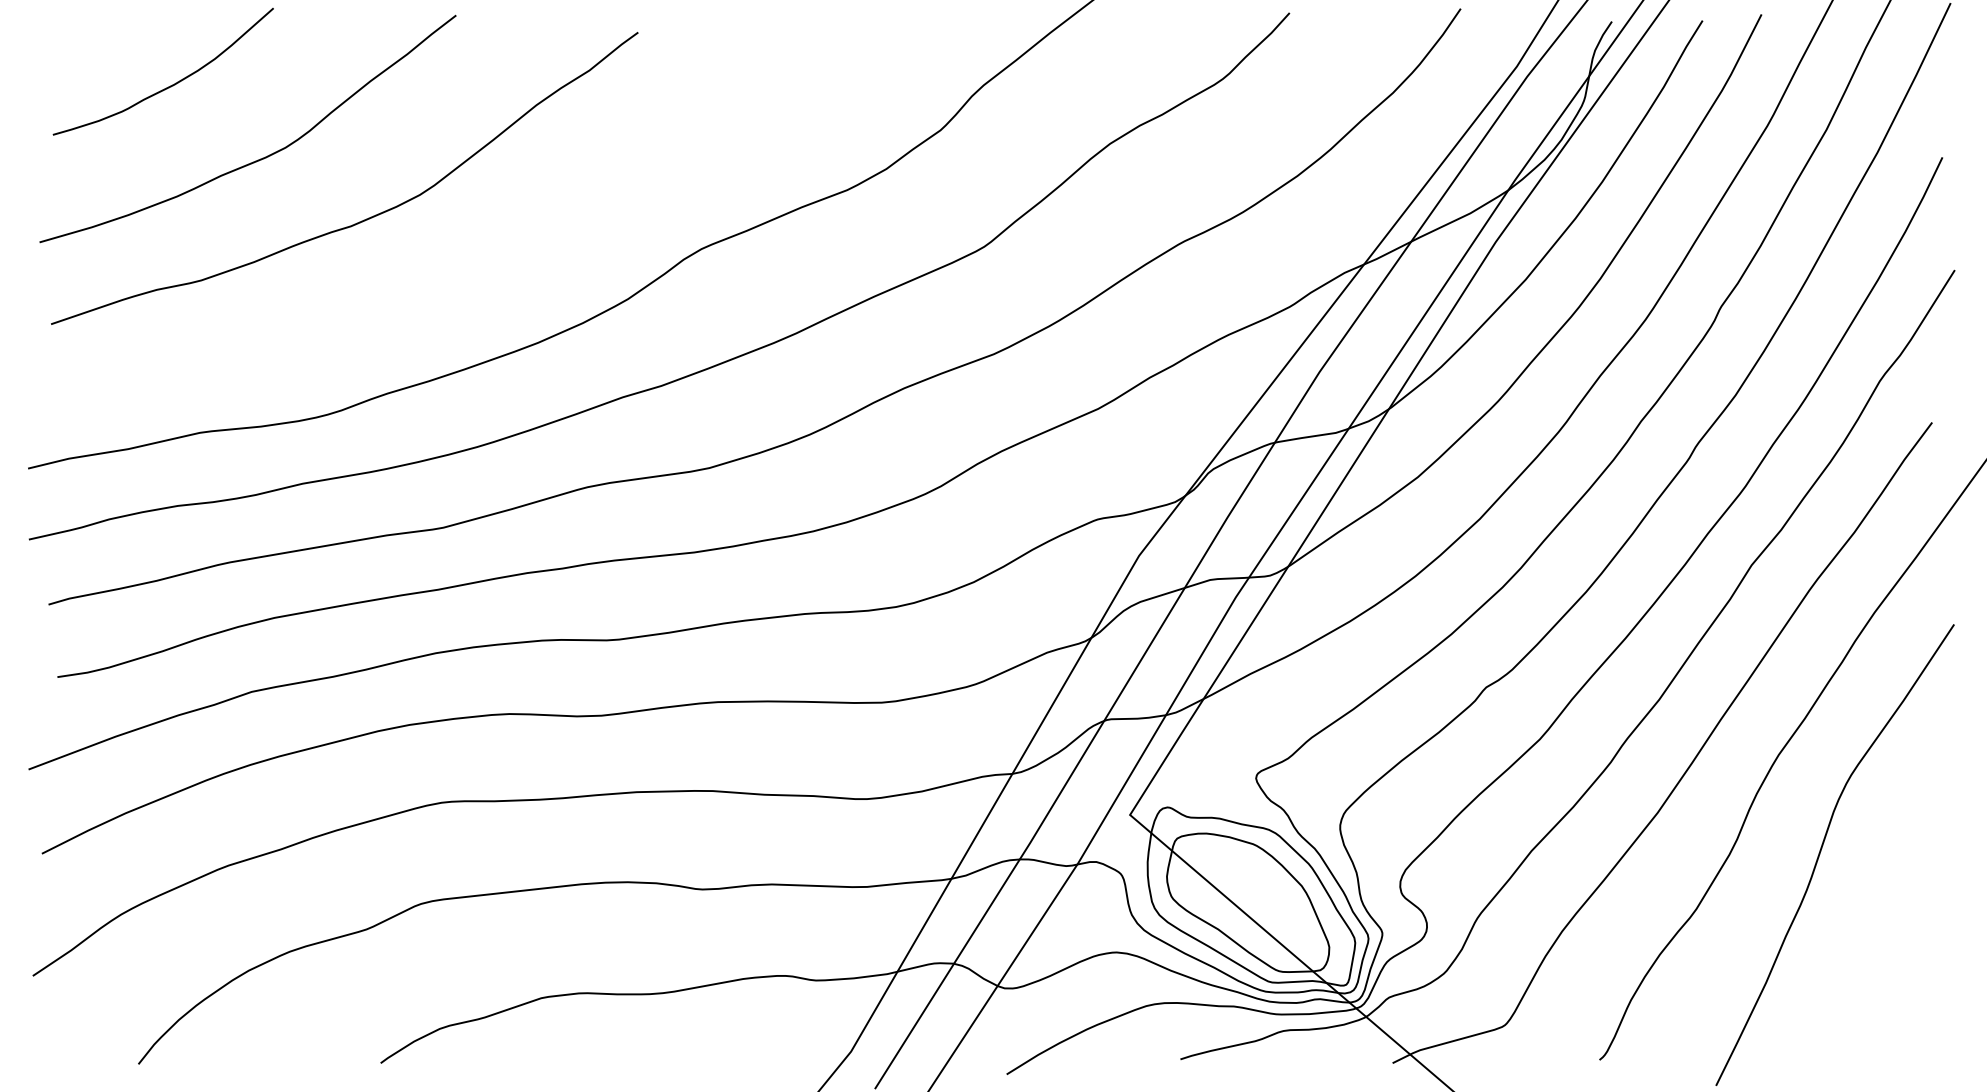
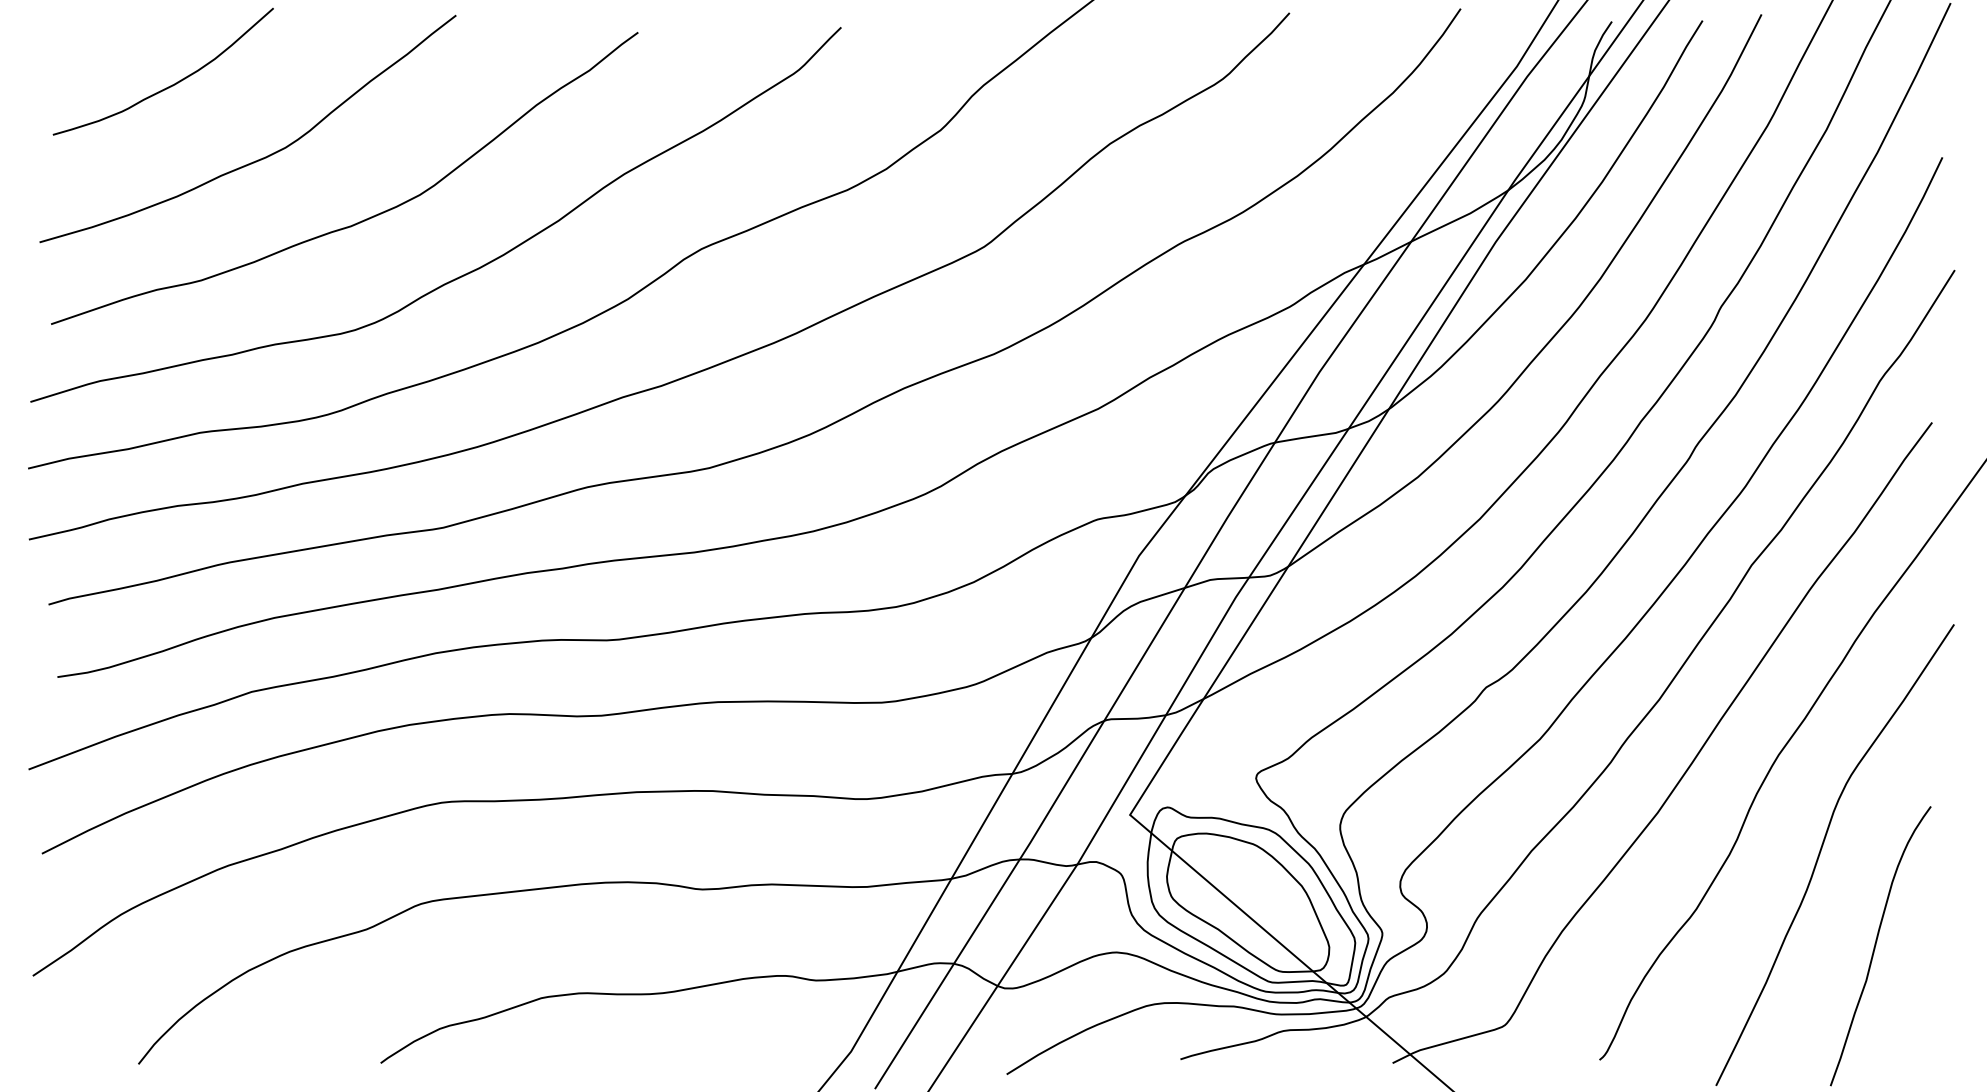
curve at (465, 273): none -> present
curve at (1876, 945): none -> present
